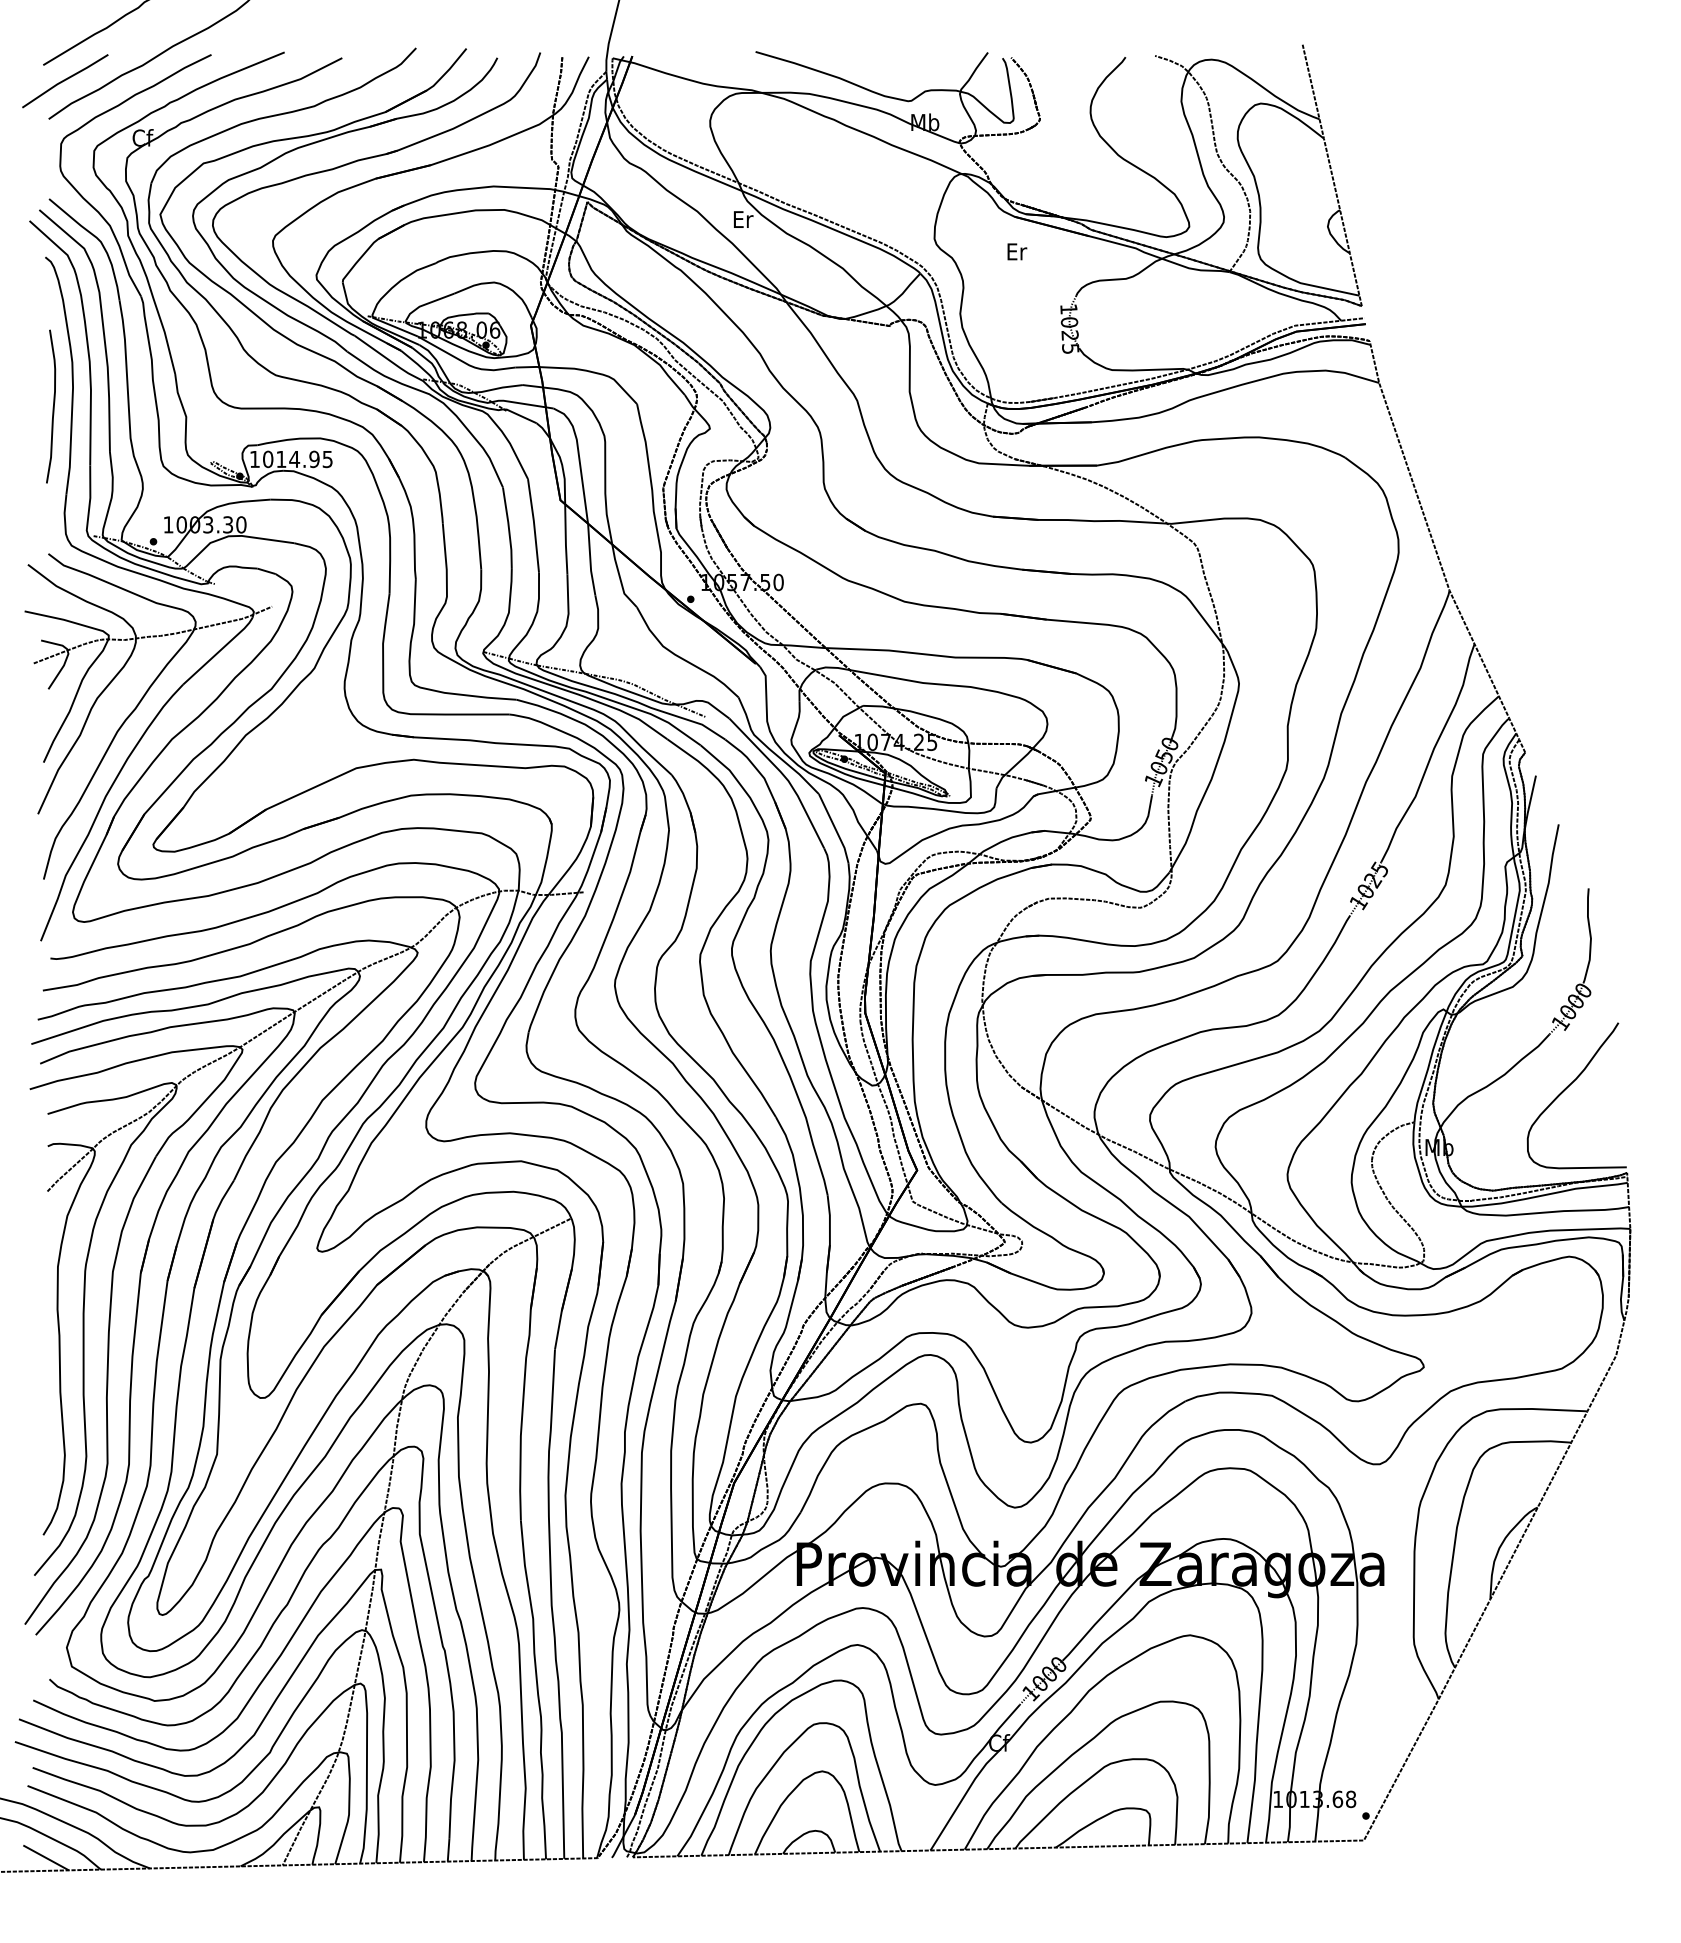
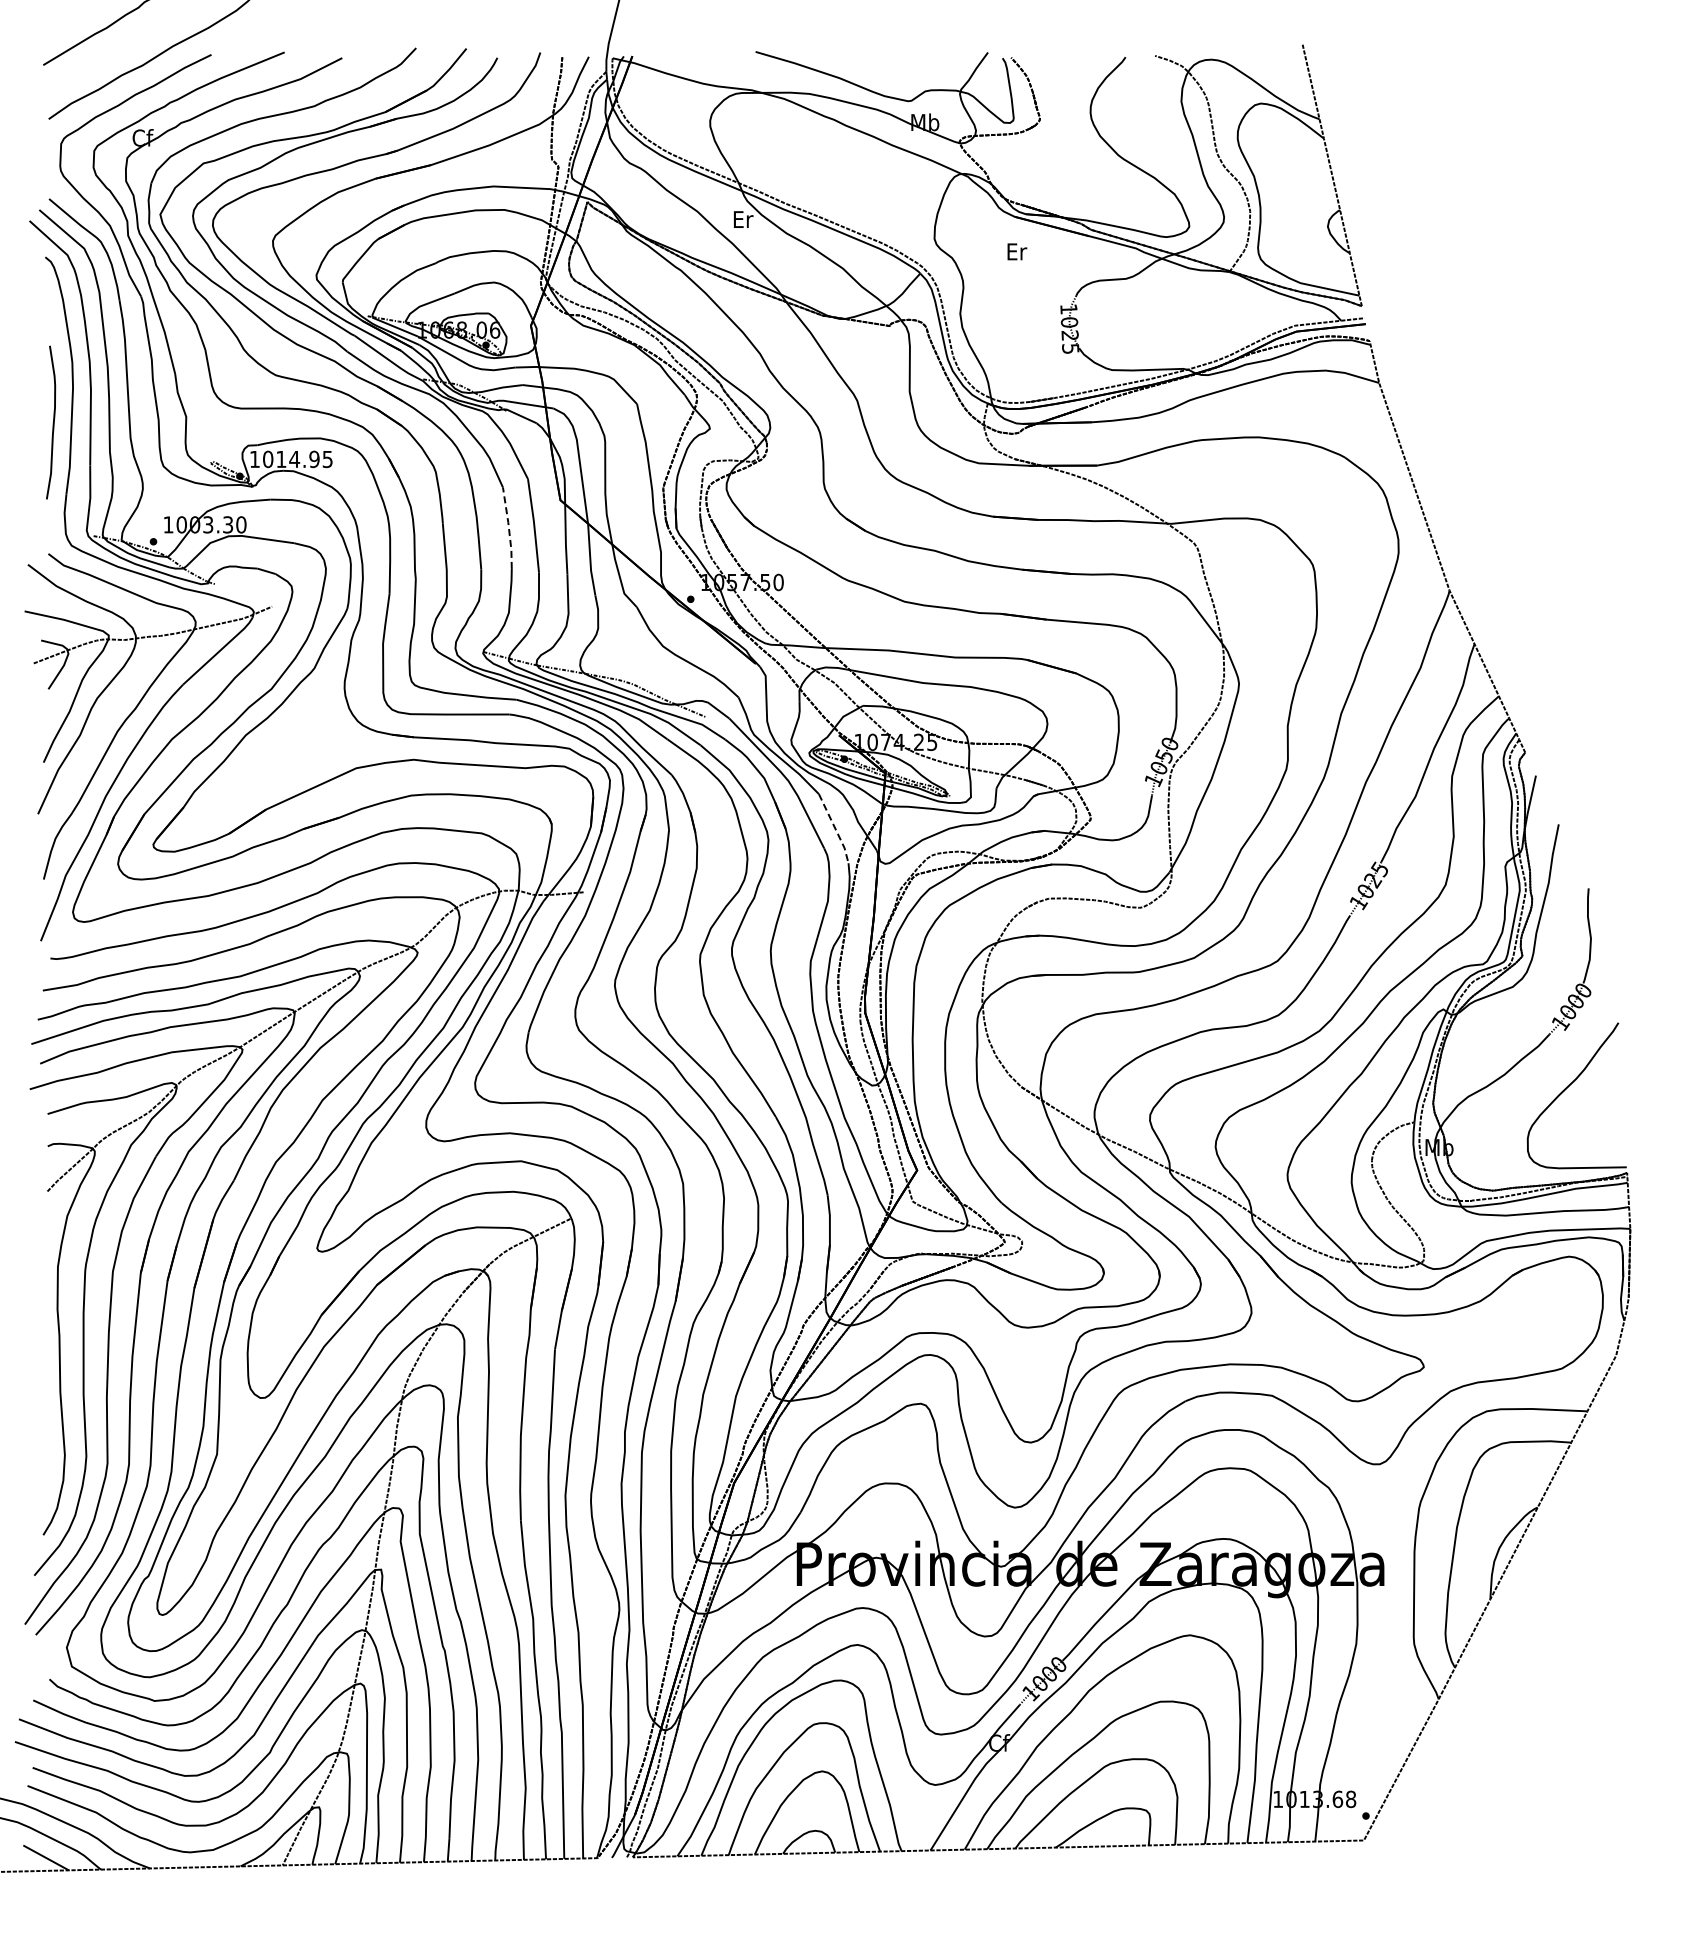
line at (65, 80): present -> none
curve at (52, 407) position: (52, 407) -> (52, 423)
line at (508, 527): solid -> dashed
line at (835, 829): solid -> dashed
